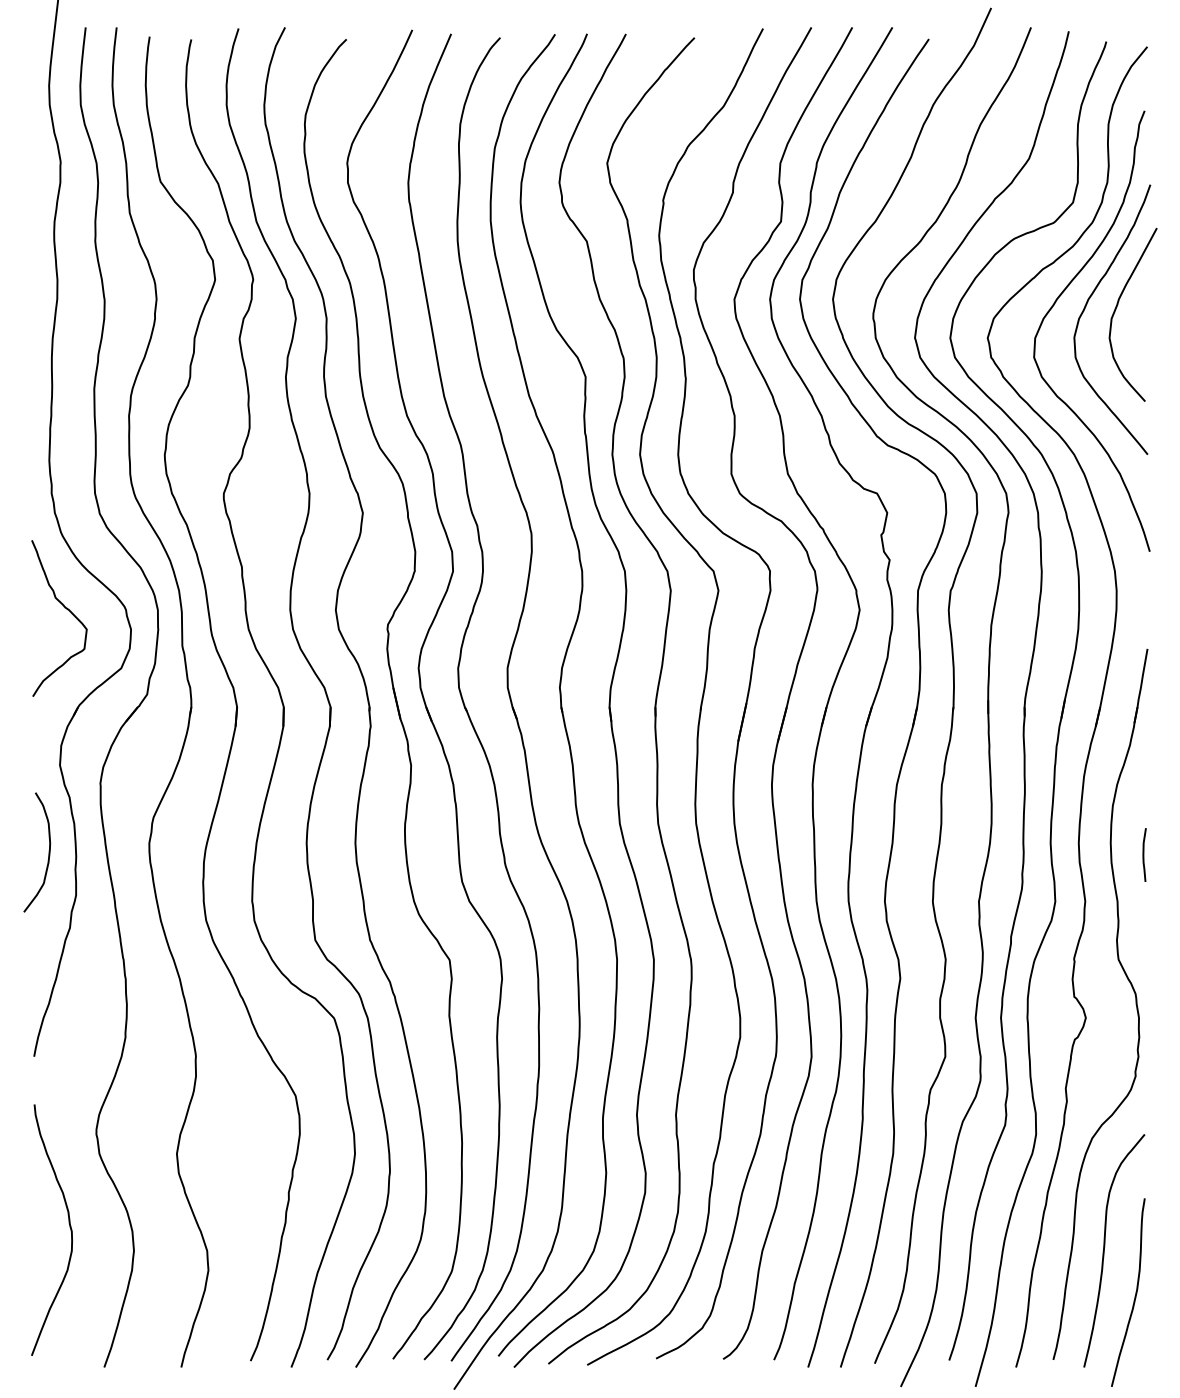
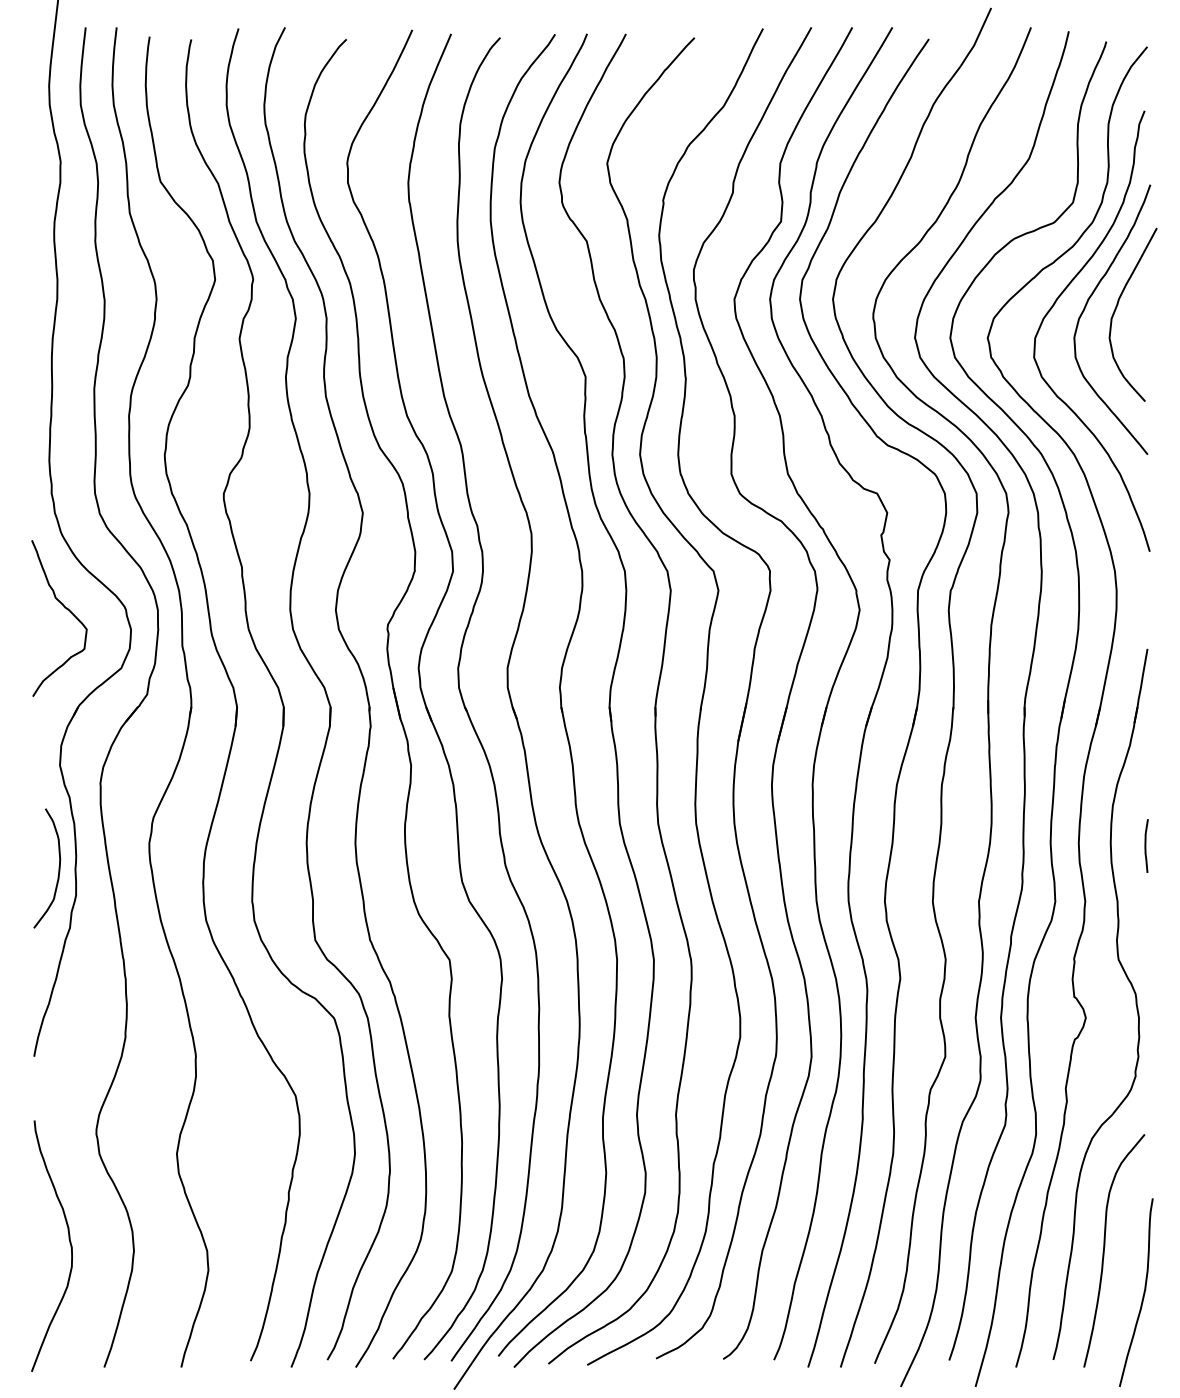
curve at (48, 852) position: (48, 852) -> (58, 868)
curve at (1144, 854) position: (1144, 854) -> (1146, 845)
curve at (68, 1223) position: (68, 1223) -> (68, 1239)
curve at (1135, 1292) position: (1135, 1292) -> (1143, 1292)
